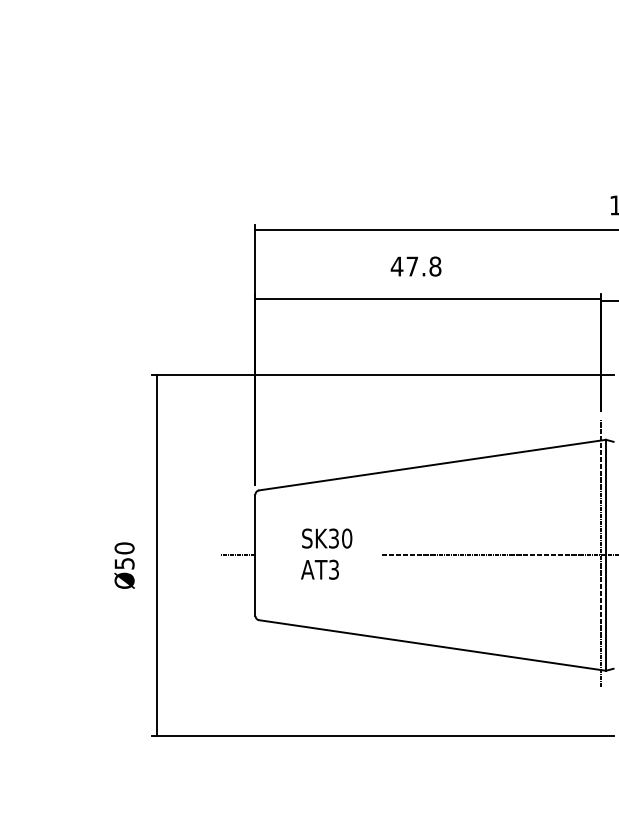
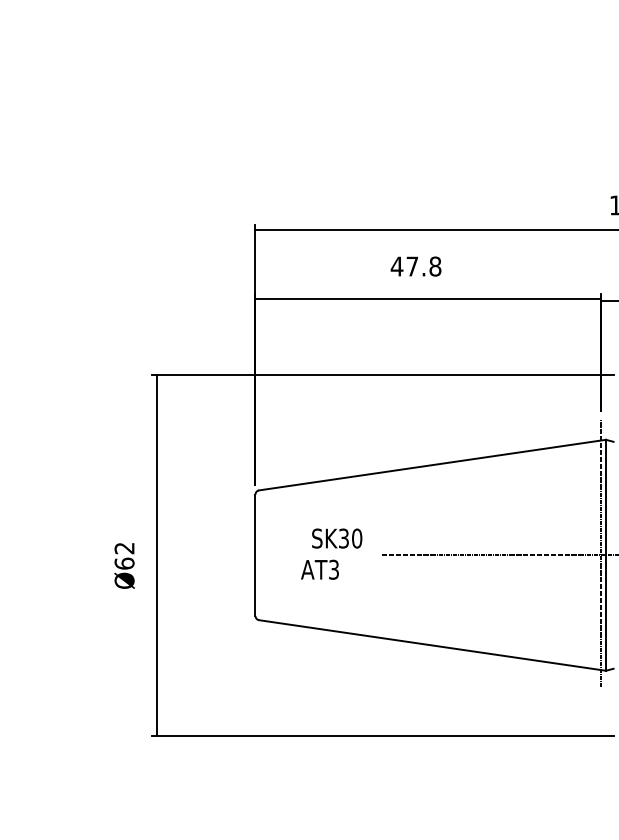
text at (327, 538) position: (327, 538) -> (337, 538)
text at (124, 555): Ø50 -> Ø62
line at (238, 555): present -> none
